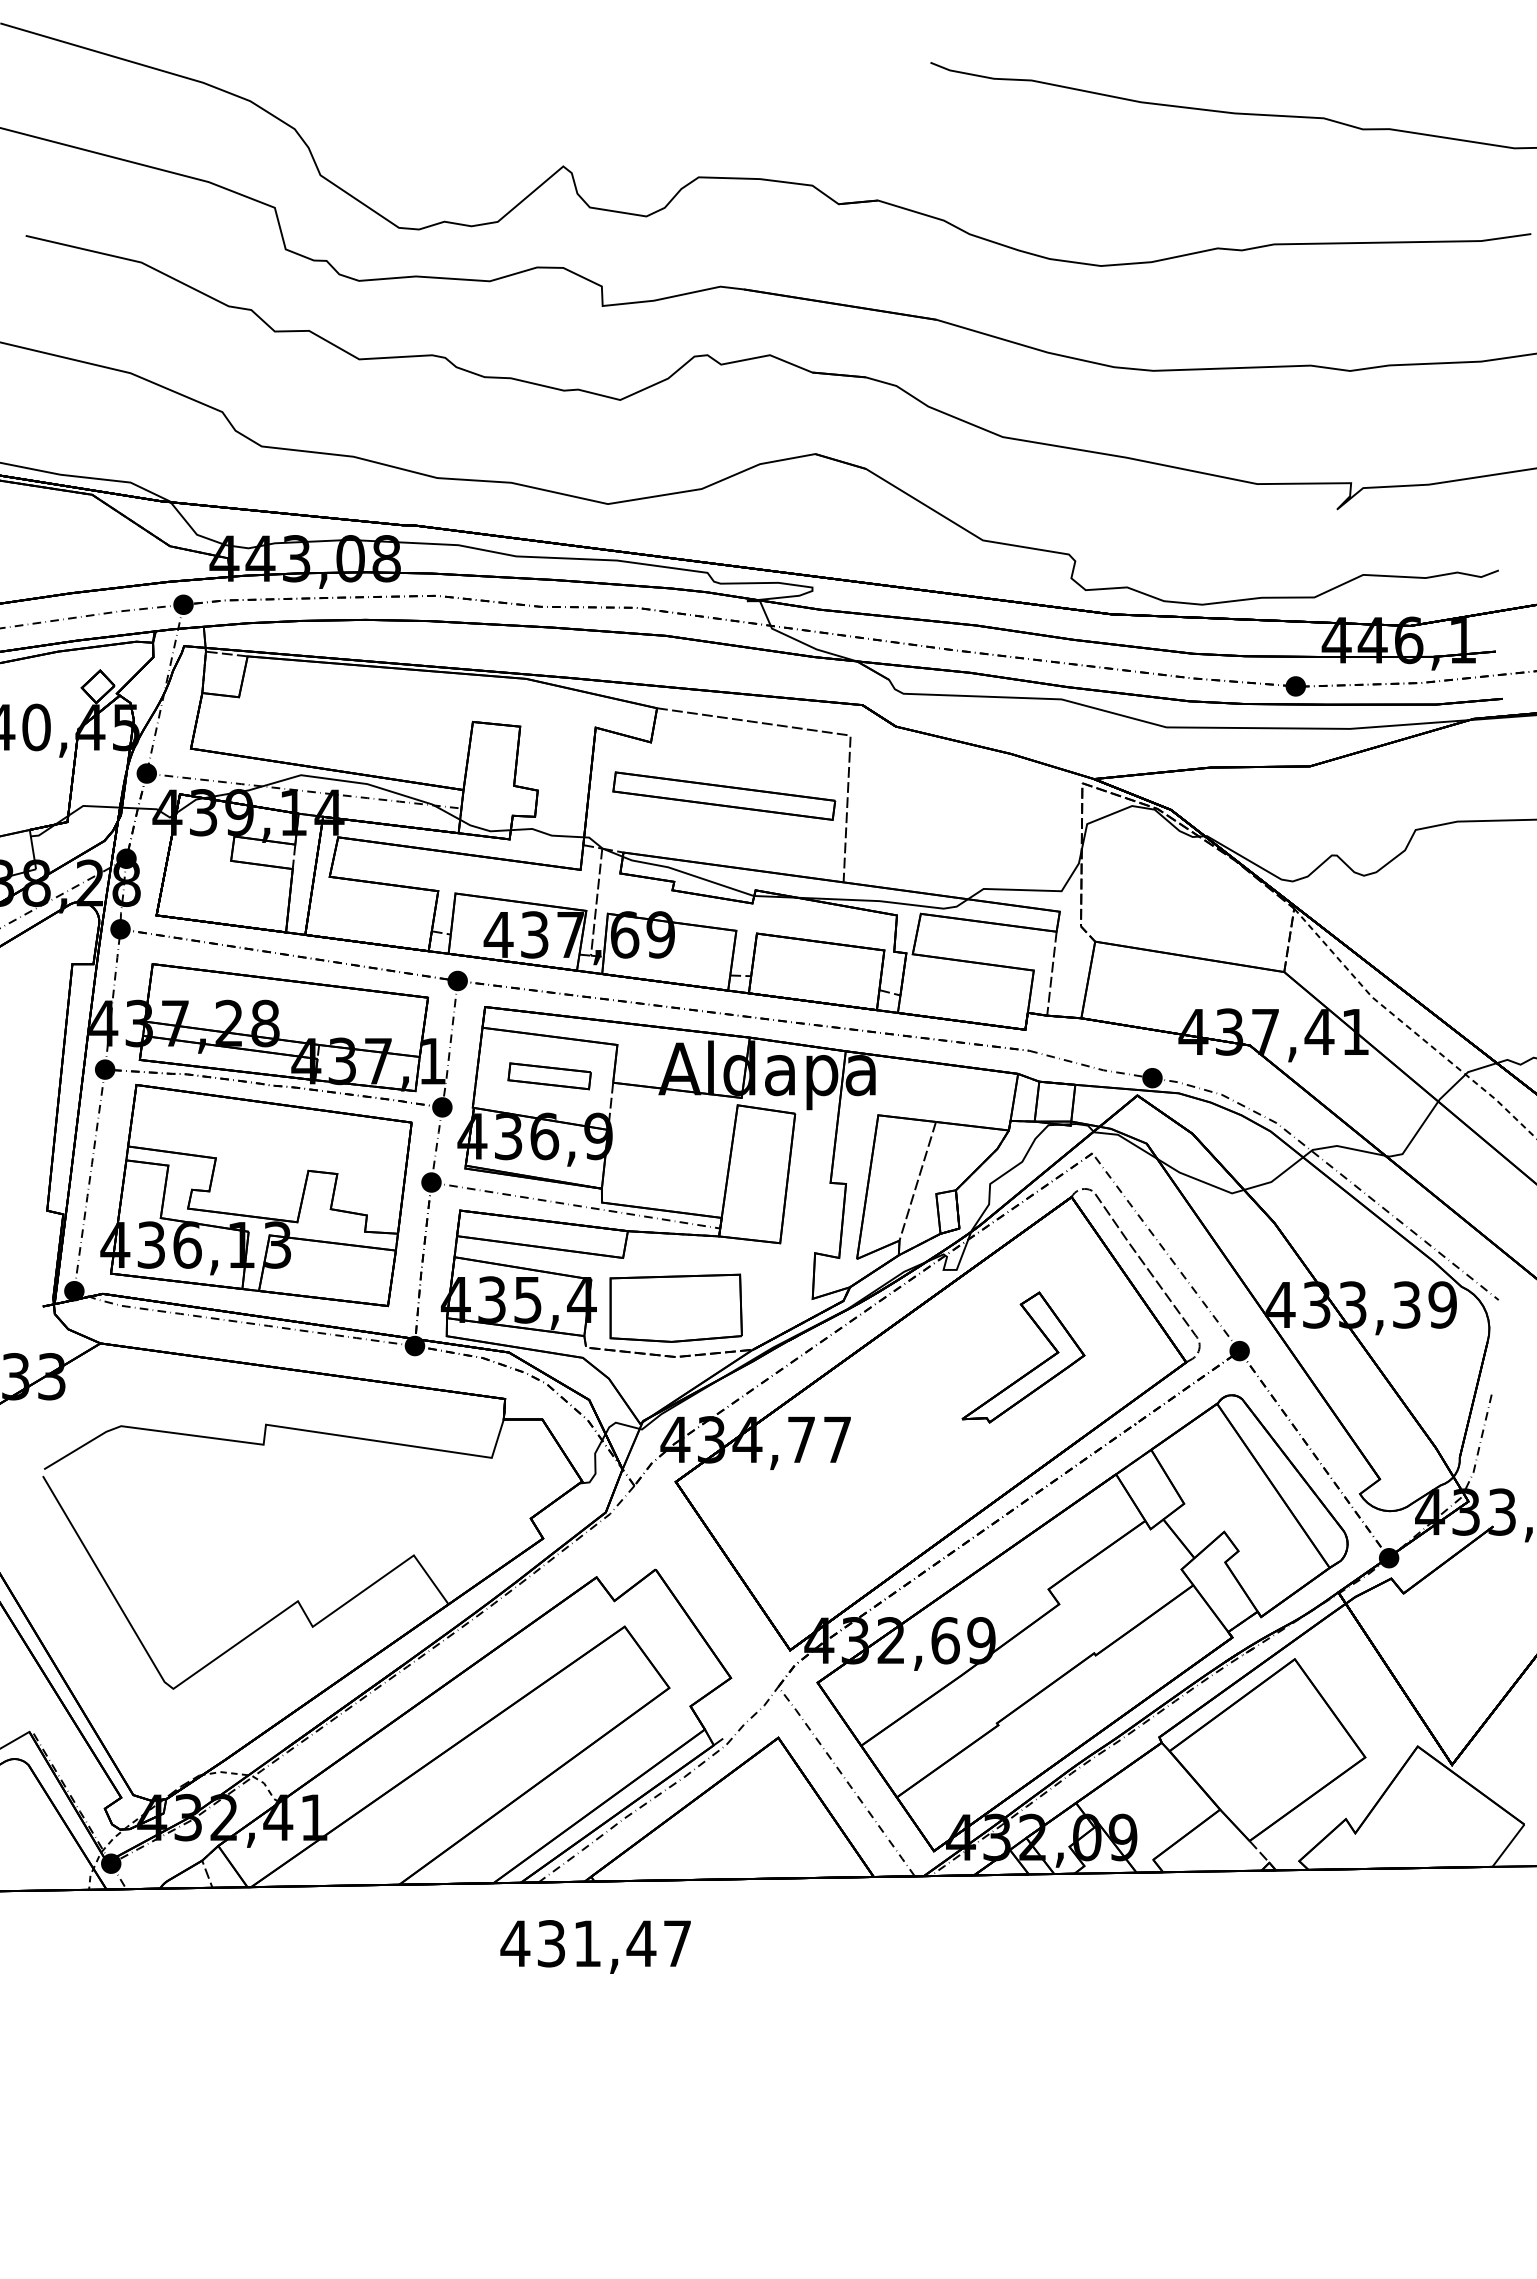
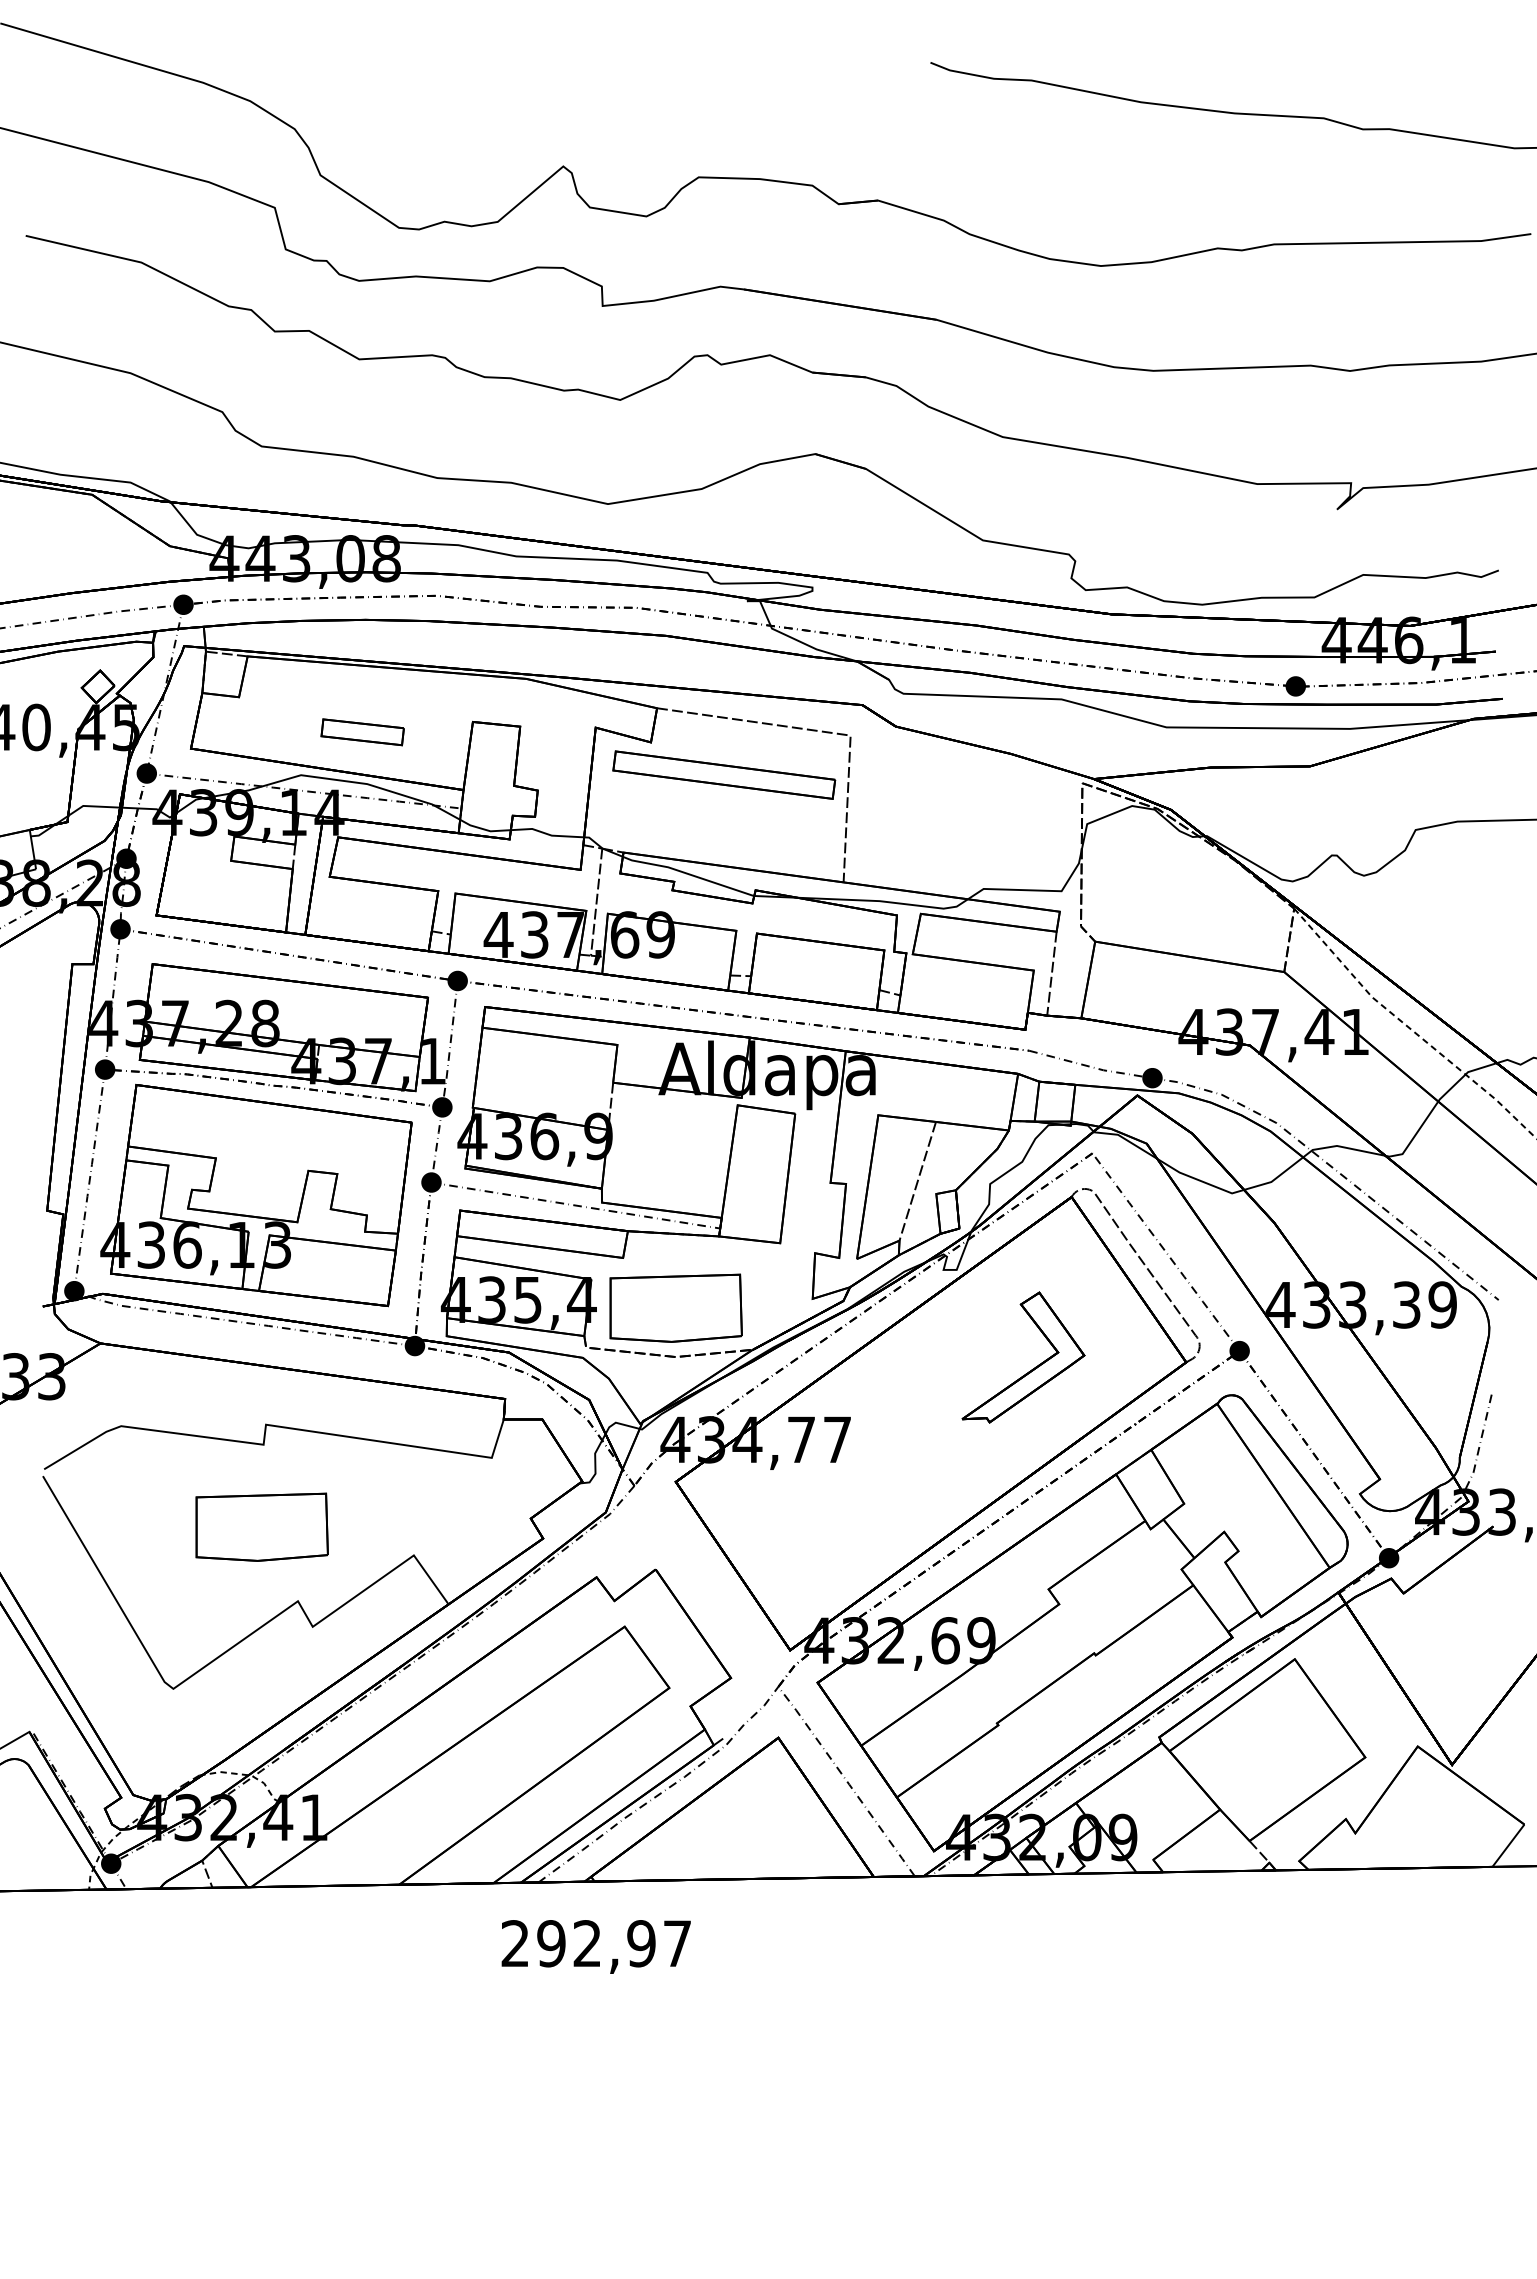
part at (724, 795) position: (724, 795) -> (724, 774)
part at (549, 1076) position: (549, 1076) -> (362, 732)
part at (261, 1526): none -> present
text at (578, 1943): 431,47 -> 292,97
